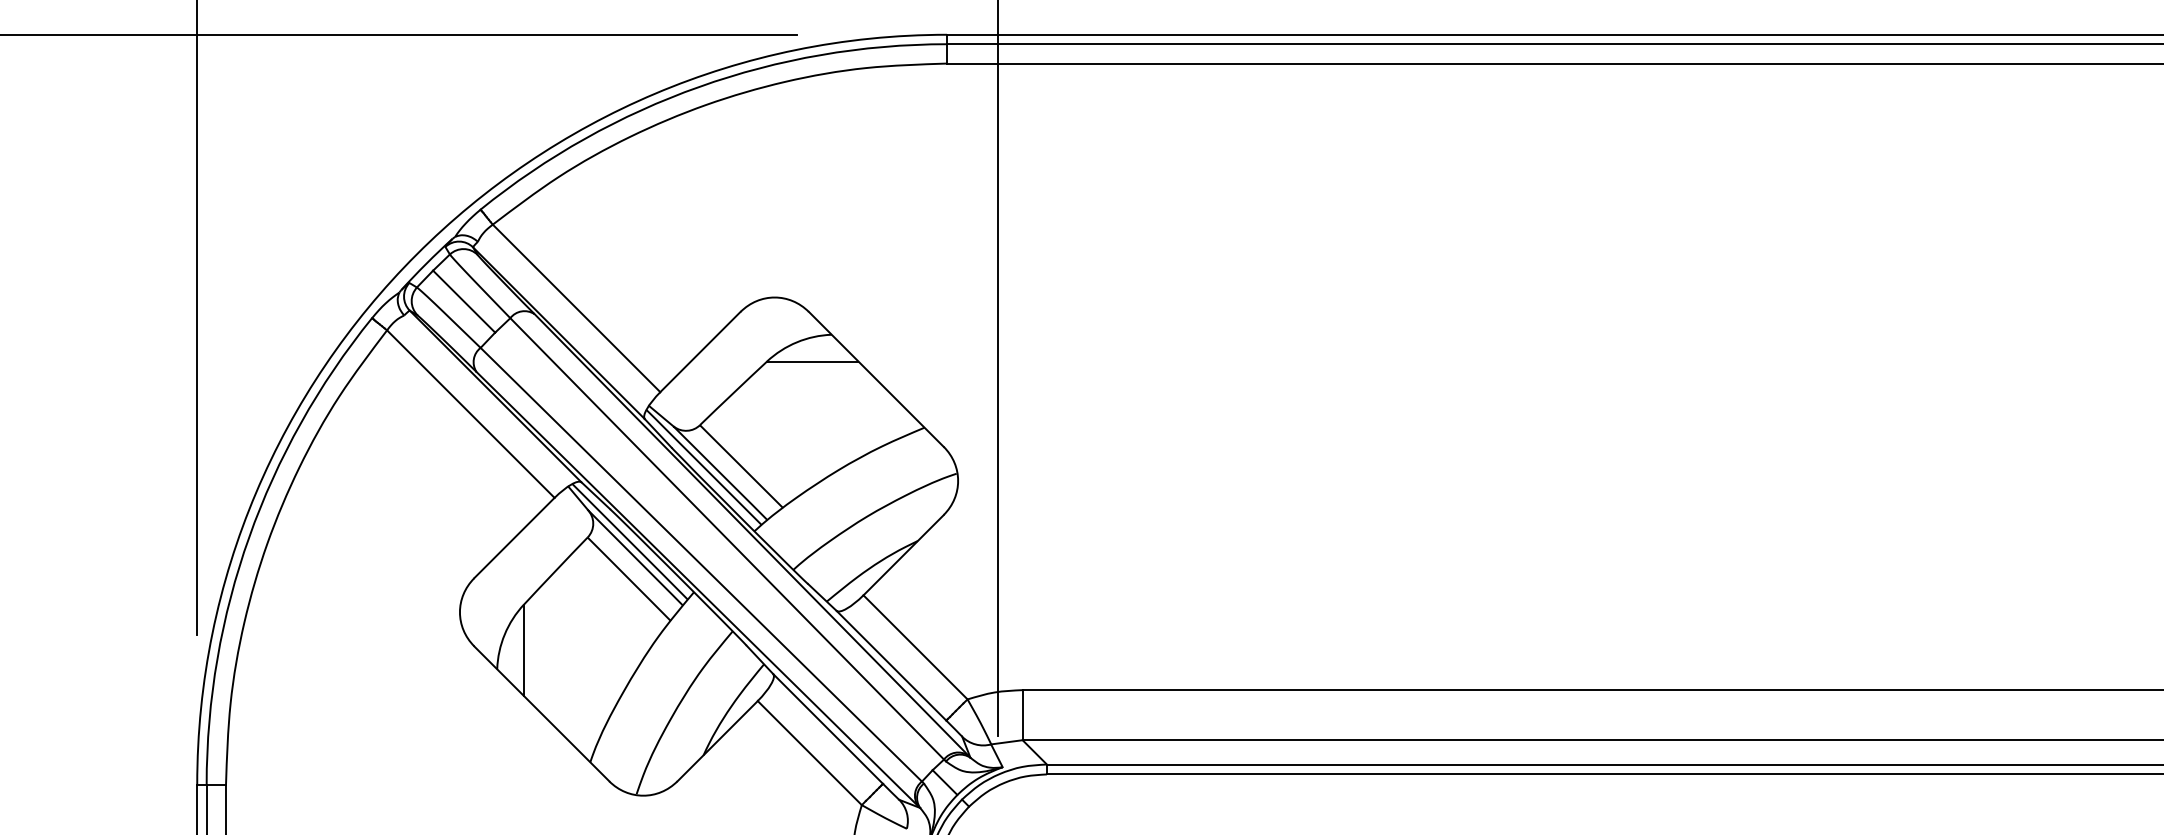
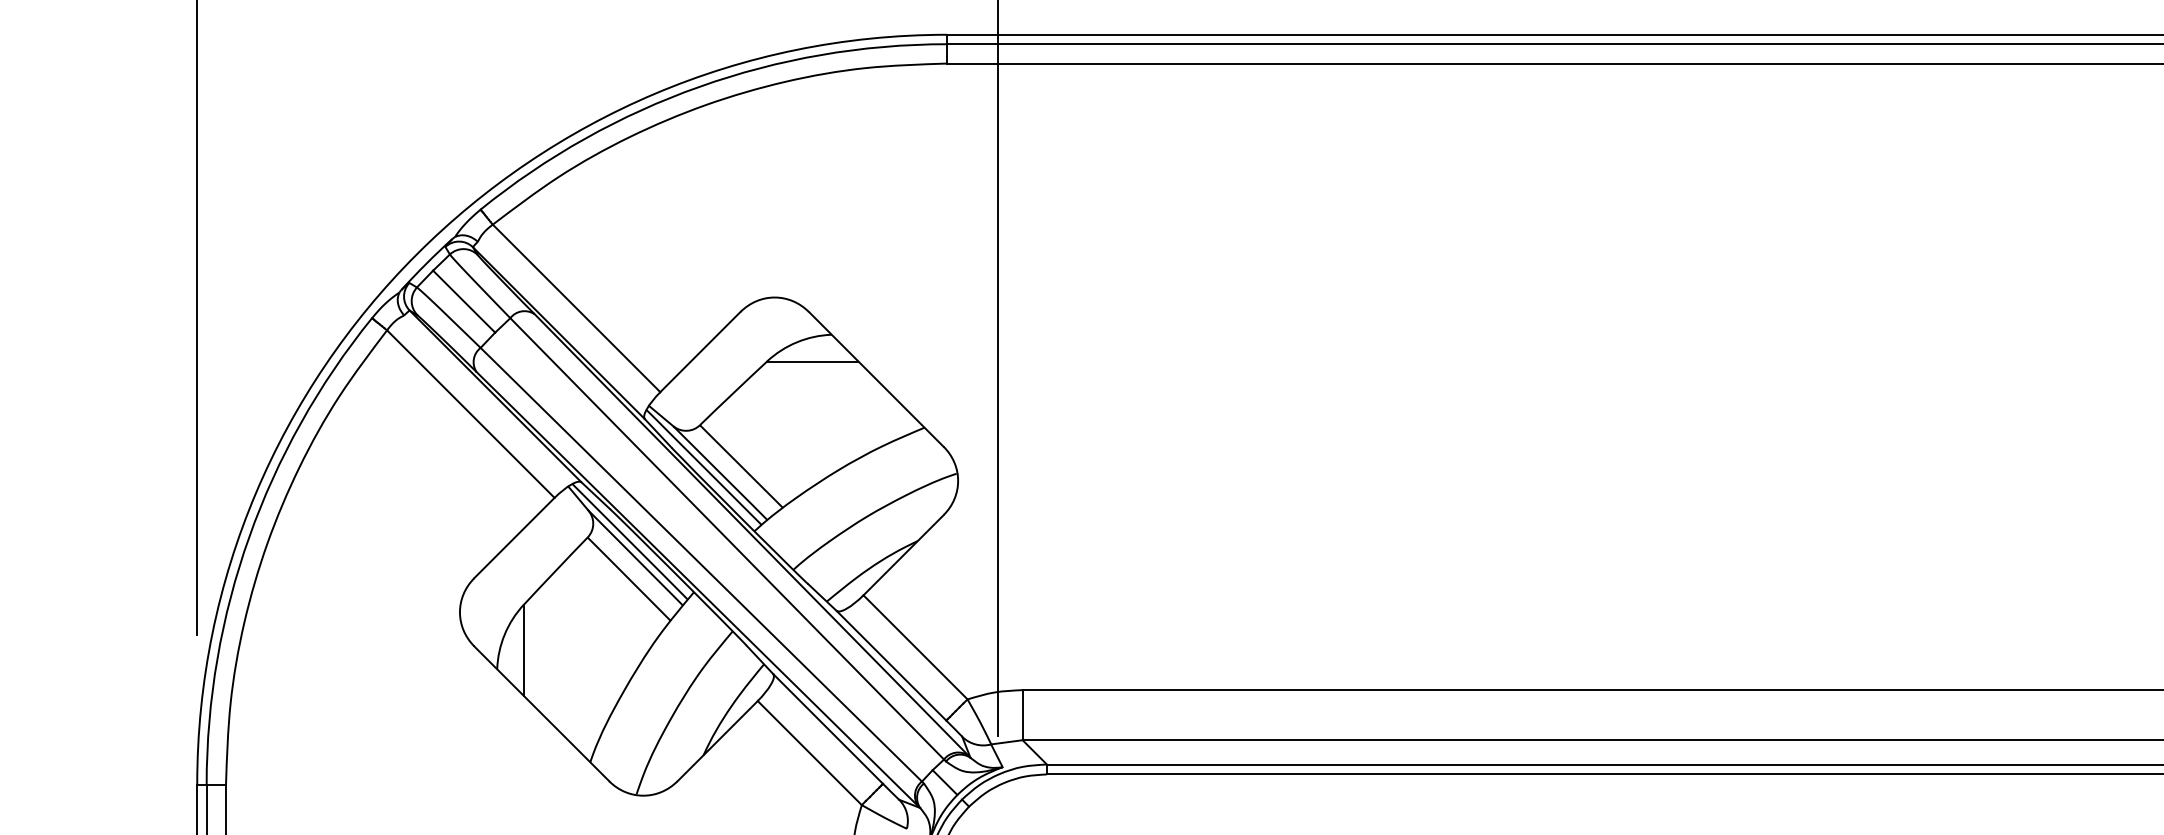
line at (399, 34): present -> none
